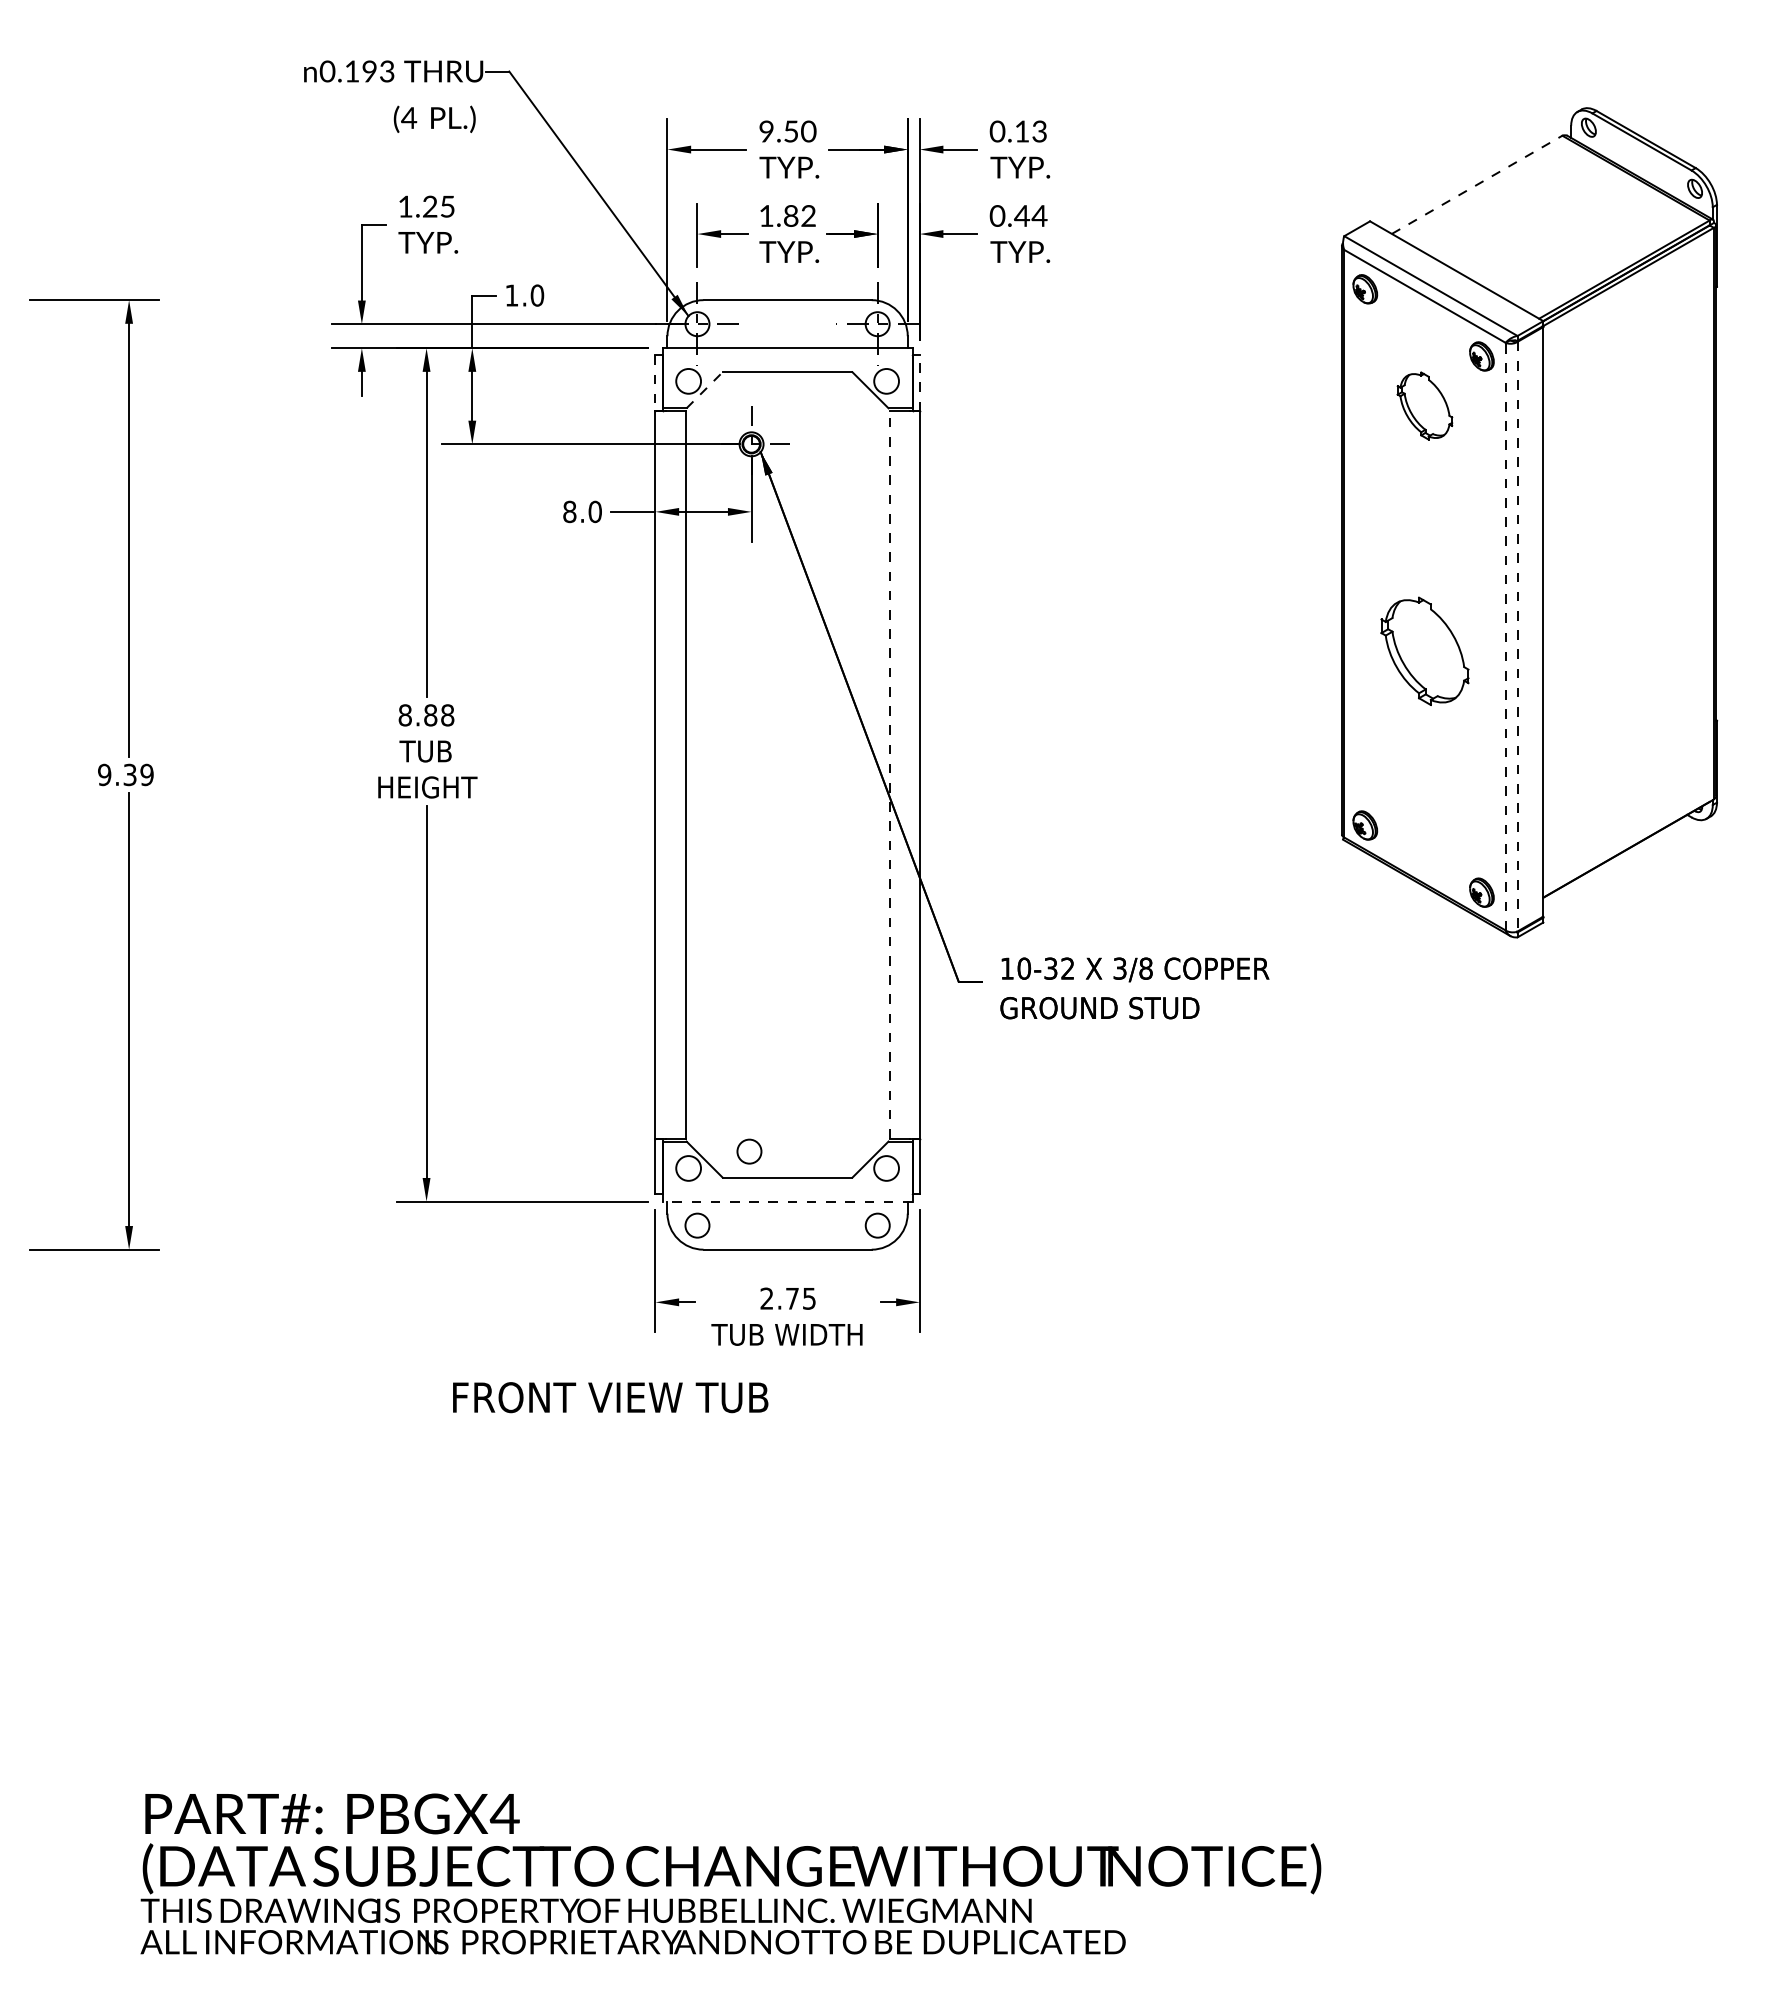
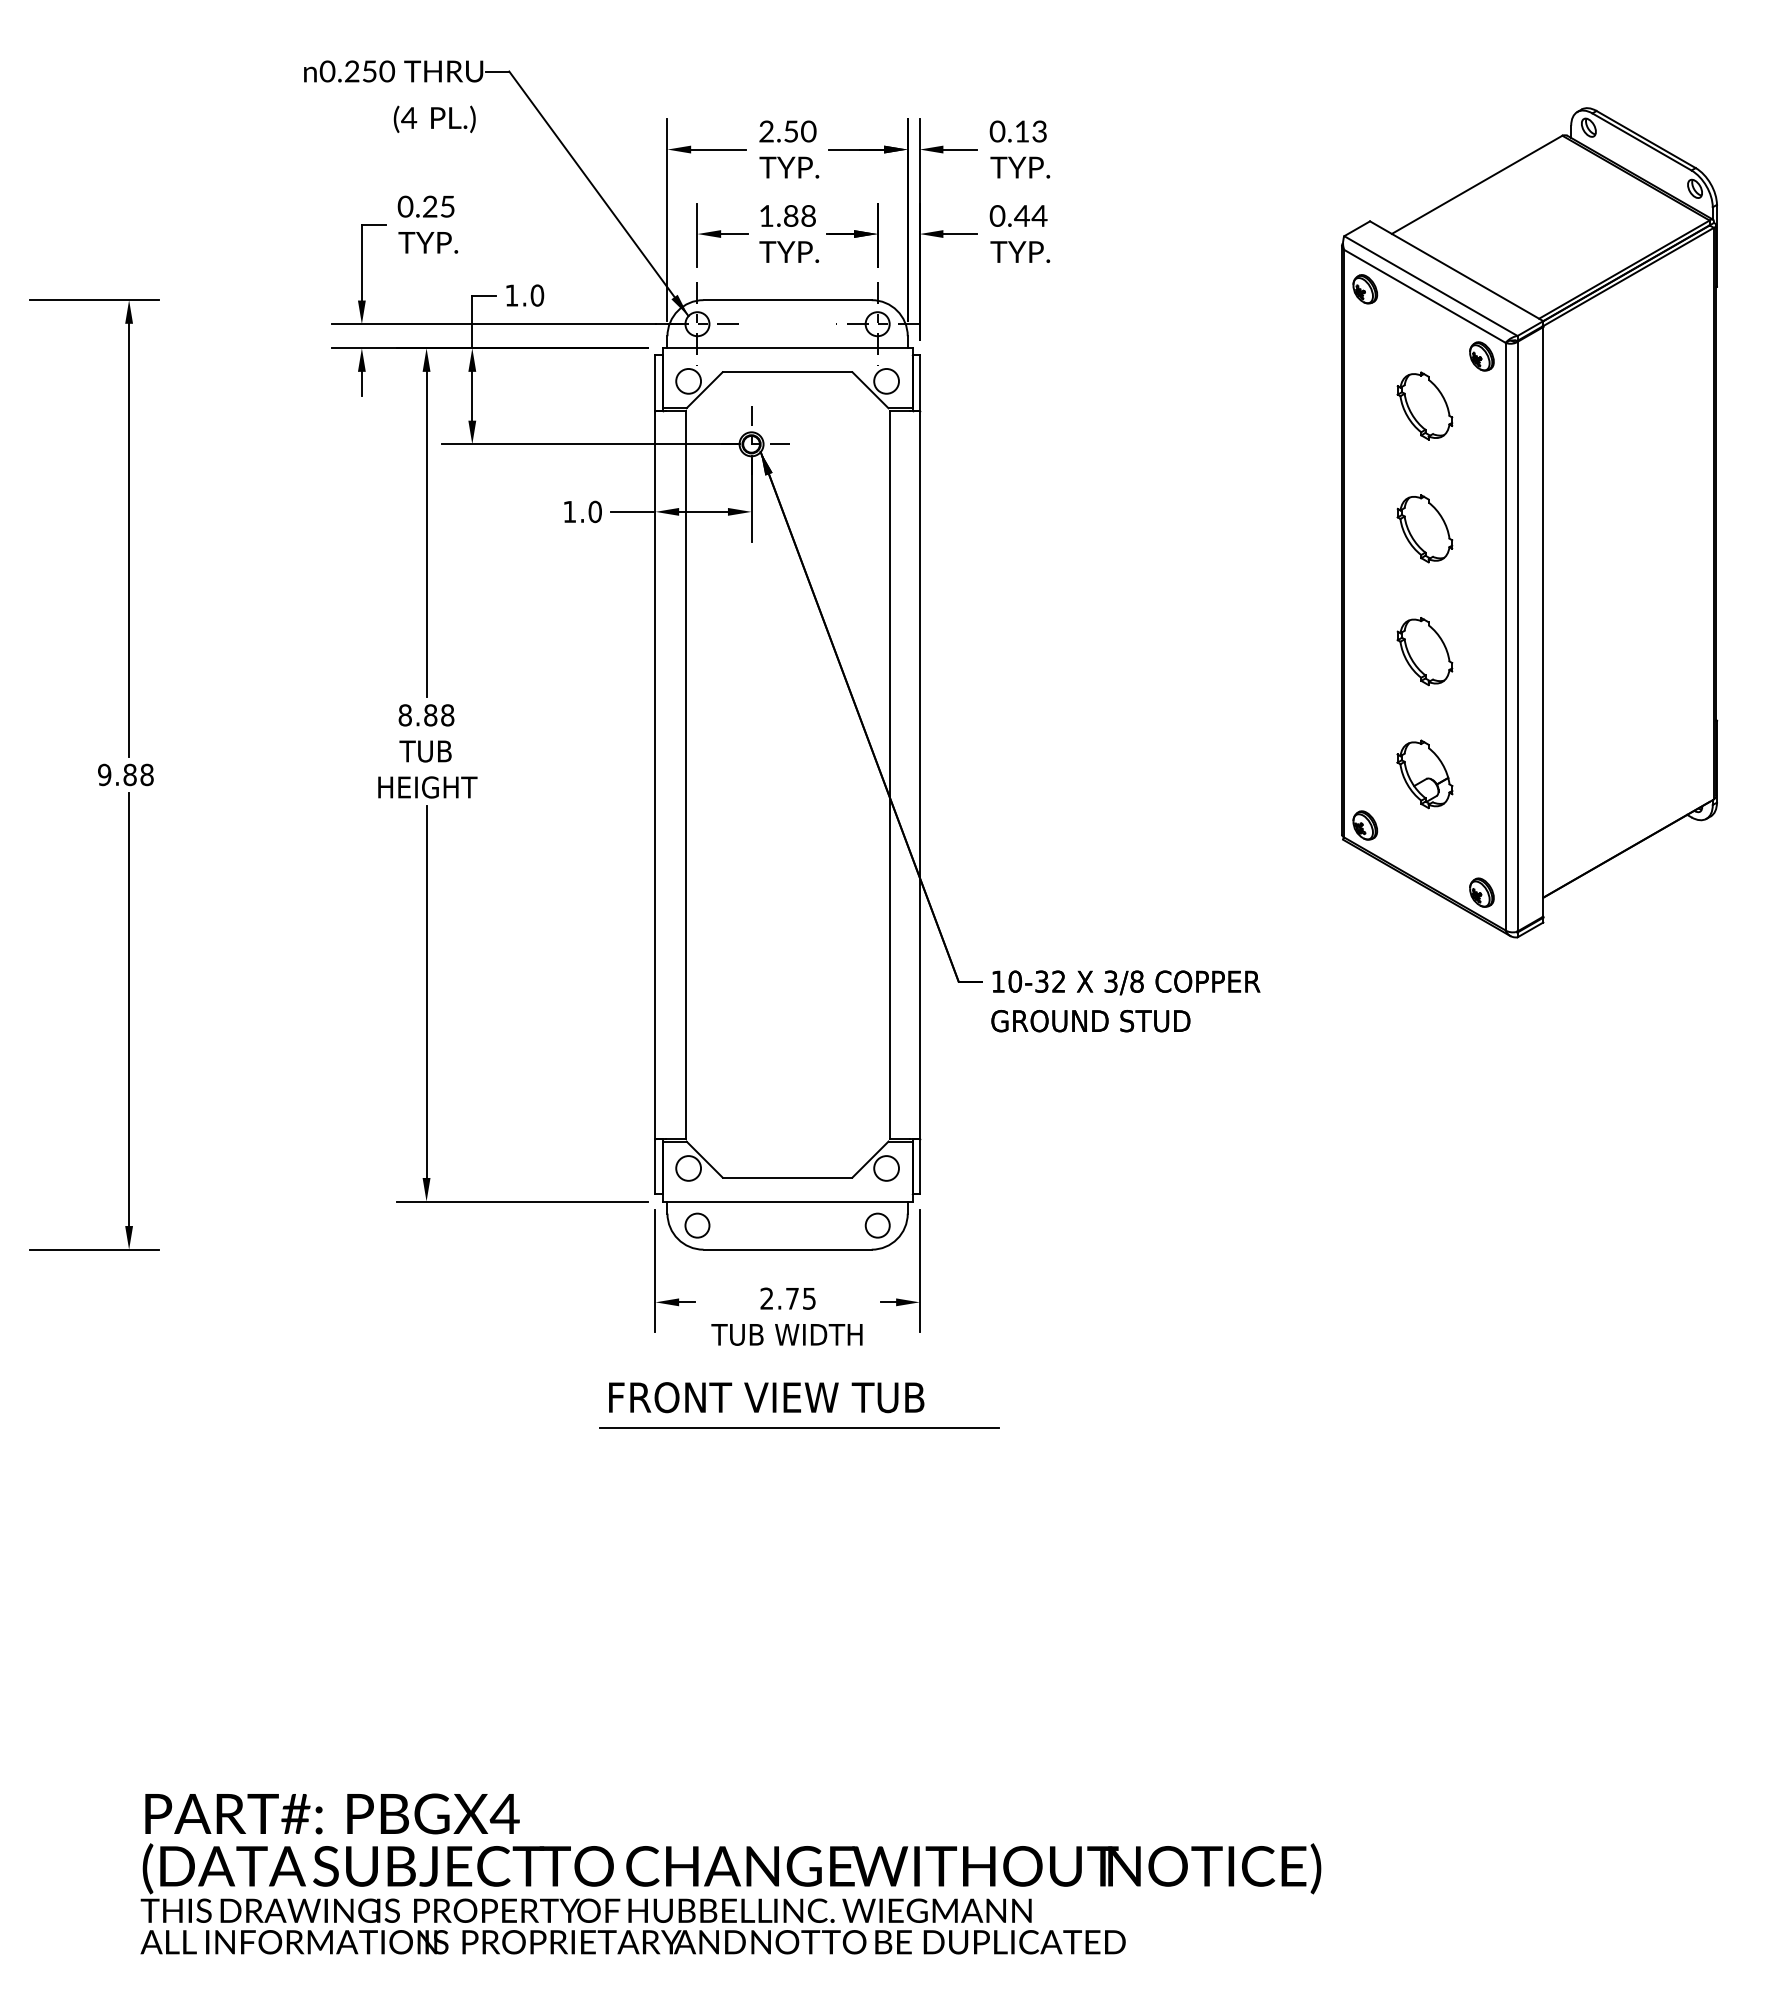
text at (370, 71): 0.193 -> 0.250
text at (766, 131): 9.50 -> 2.50
line at (1477, 184): dashed -> solid
text at (405, 206): 1.25 -> 0.25
text at (808, 216): 1.82 -> 1.88
line at (655, 383): dashed -> solid
line at (919, 383): dashed -> solid
line at (704, 389): dashed -> solid
text at (569, 511): 8.0 -> 1.0
part at (1424, 528): none -> present
line at (1505, 636): dashed -> solid
line at (1517, 636): dashed -> solid
part at (1424, 650) size: 90x110 px -> 58x70 px
text at (138, 774): 9.39 -> 9.88
line at (889, 774): dashed -> solid
part at (1424, 774): none -> present
text at (1134, 988) position: (1134, 988) -> (1125, 1001)
circle at (749, 1151): present -> none
line at (787, 1201): dashed -> solid
text at (610, 1397) position: (610, 1397) -> (766, 1397)
line at (798, 1427): none -> present
